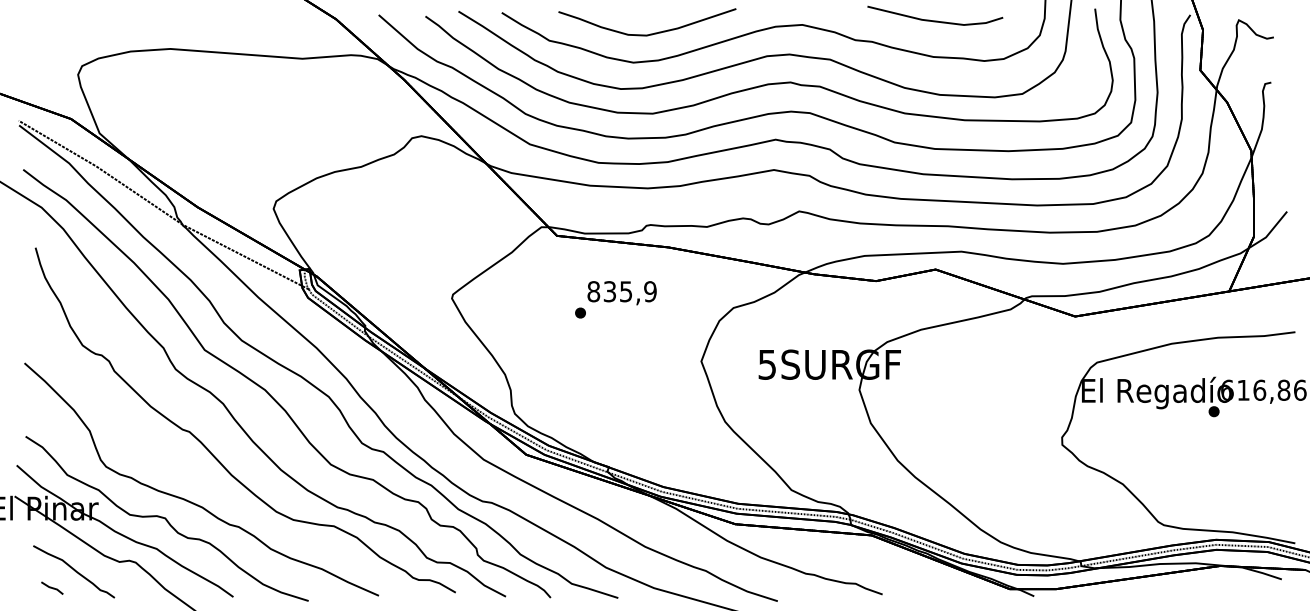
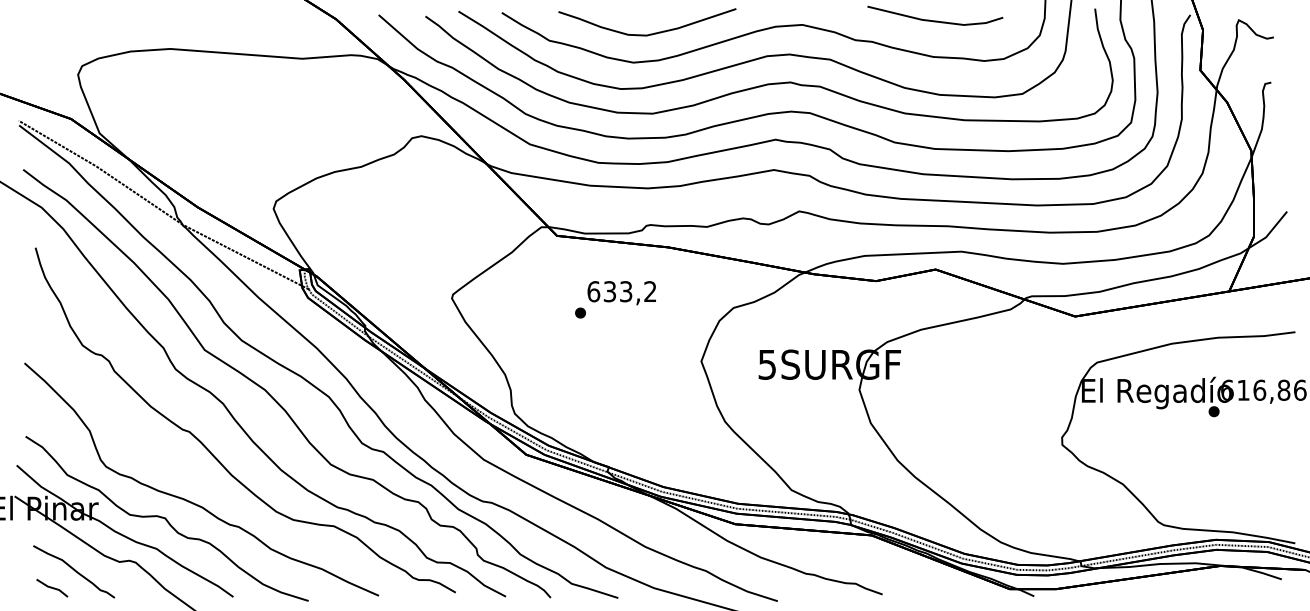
text at (621, 291): 835,9 -> 633,2
part at (52, 587) size: 23x14 px -> 33x19 px
